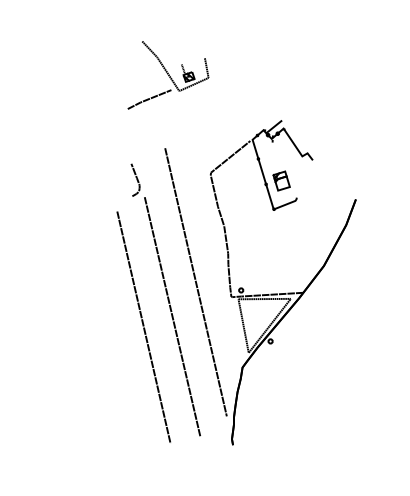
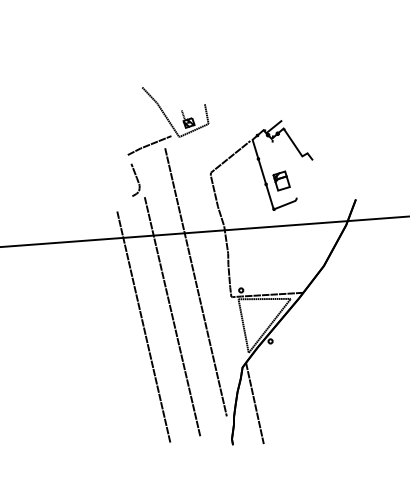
part at (168, 75) position: (168, 75) -> (168, 121)
line at (204, 231): none -> present
line at (254, 403): none -> present
